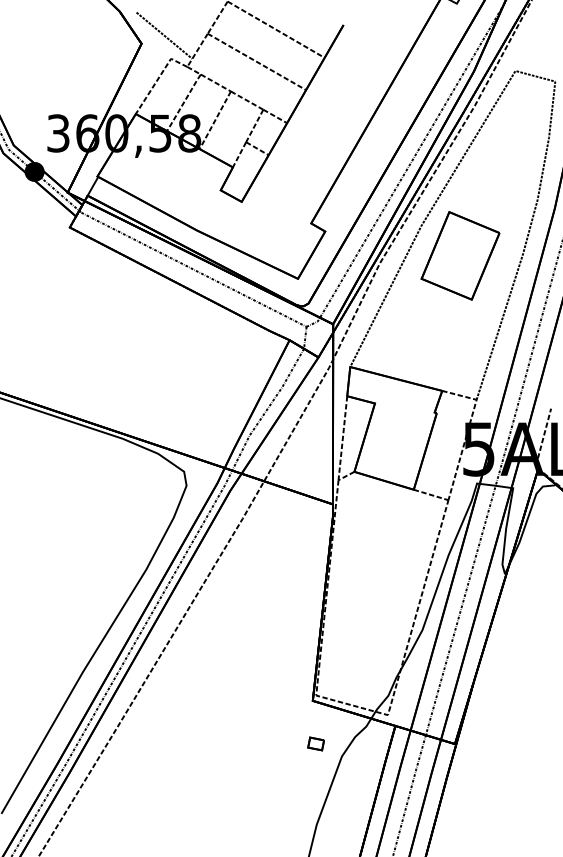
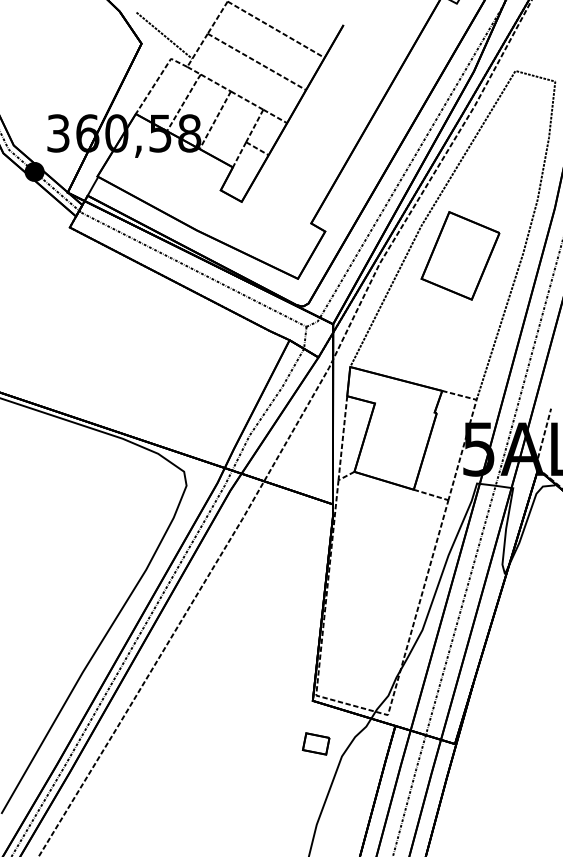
part at (315, 743) size: 18x16 px -> 30x24 px
